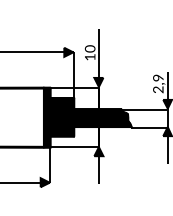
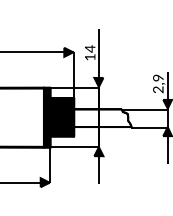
text at (89, 48): 10 -> 14
fill at (102, 118): present -> none
